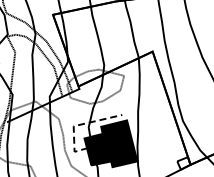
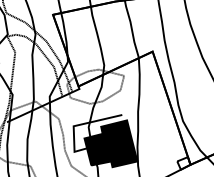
line at (77, 125): dashed -> solid
